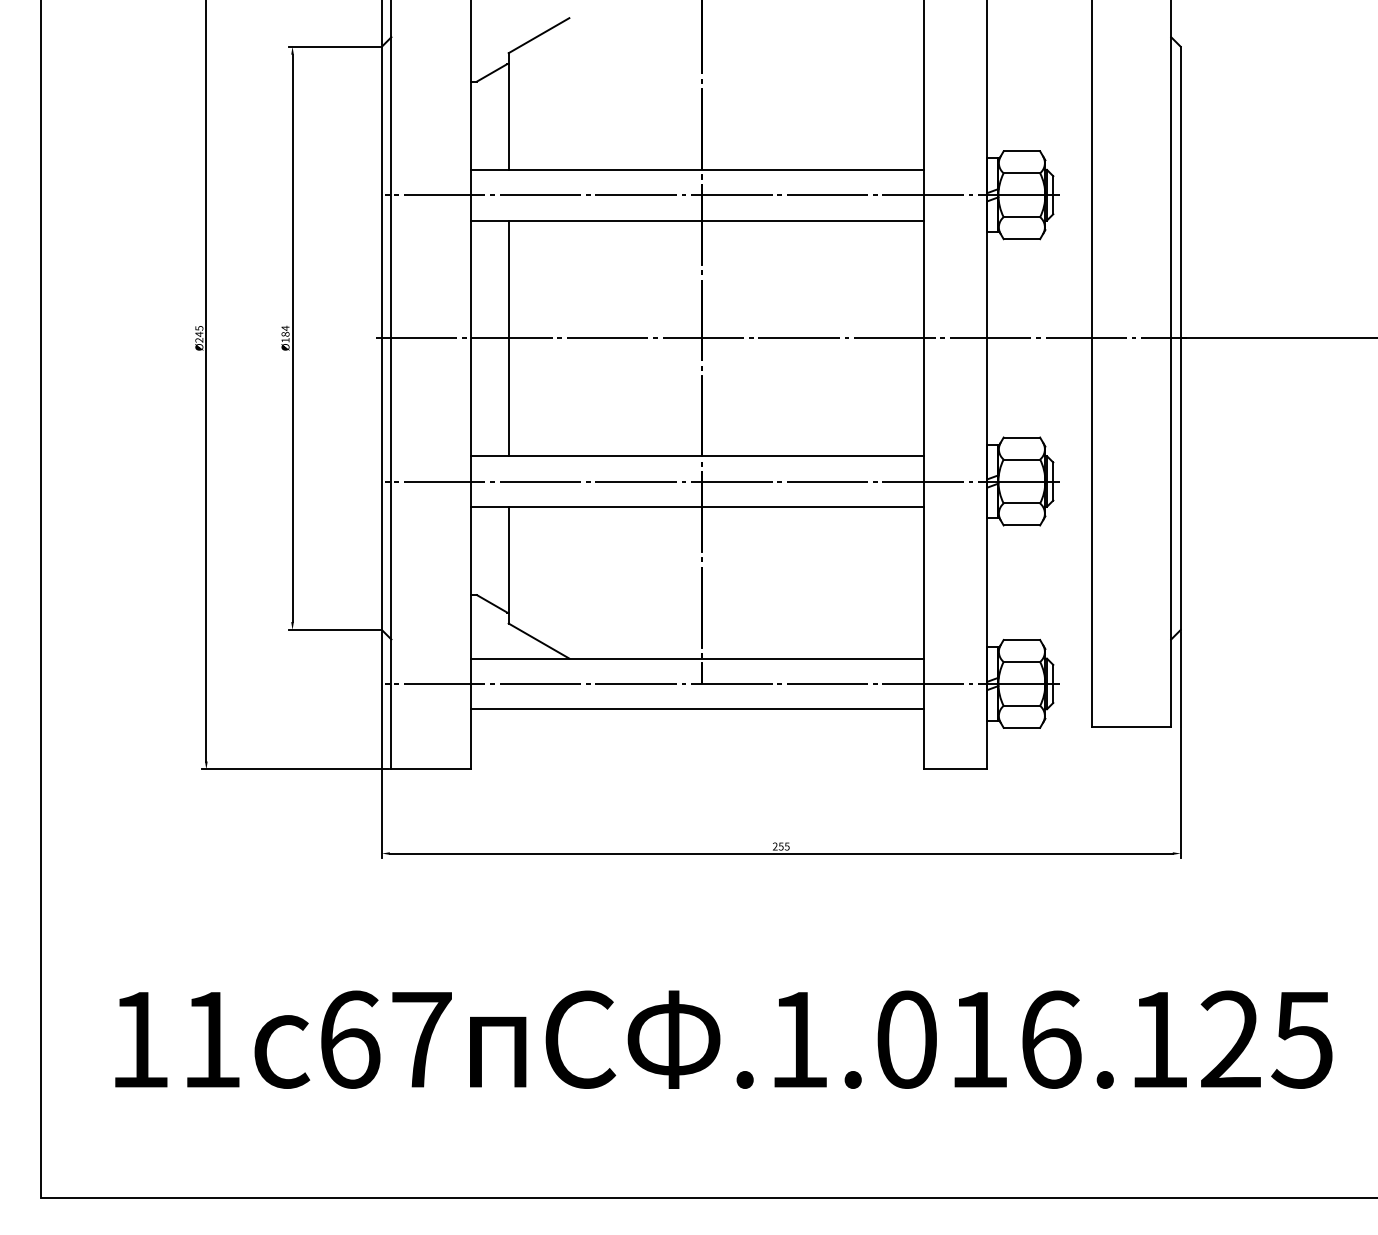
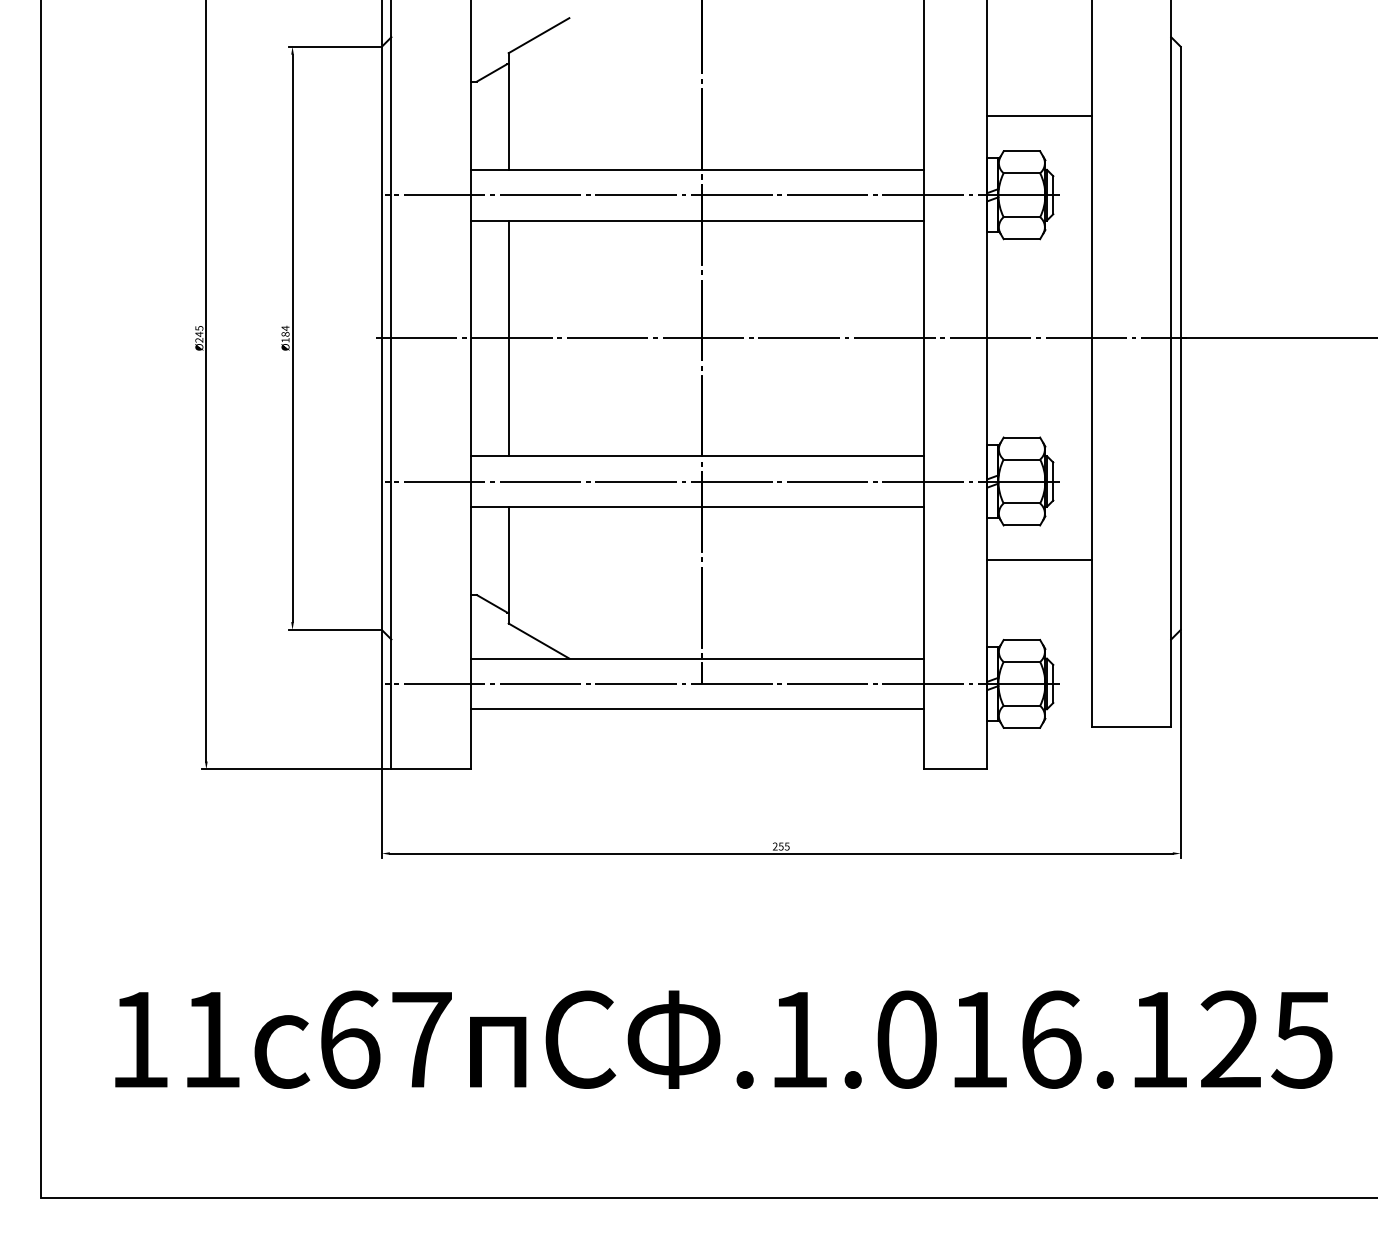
line at (1039, 116): none -> present
line at (1039, 560): none -> present
